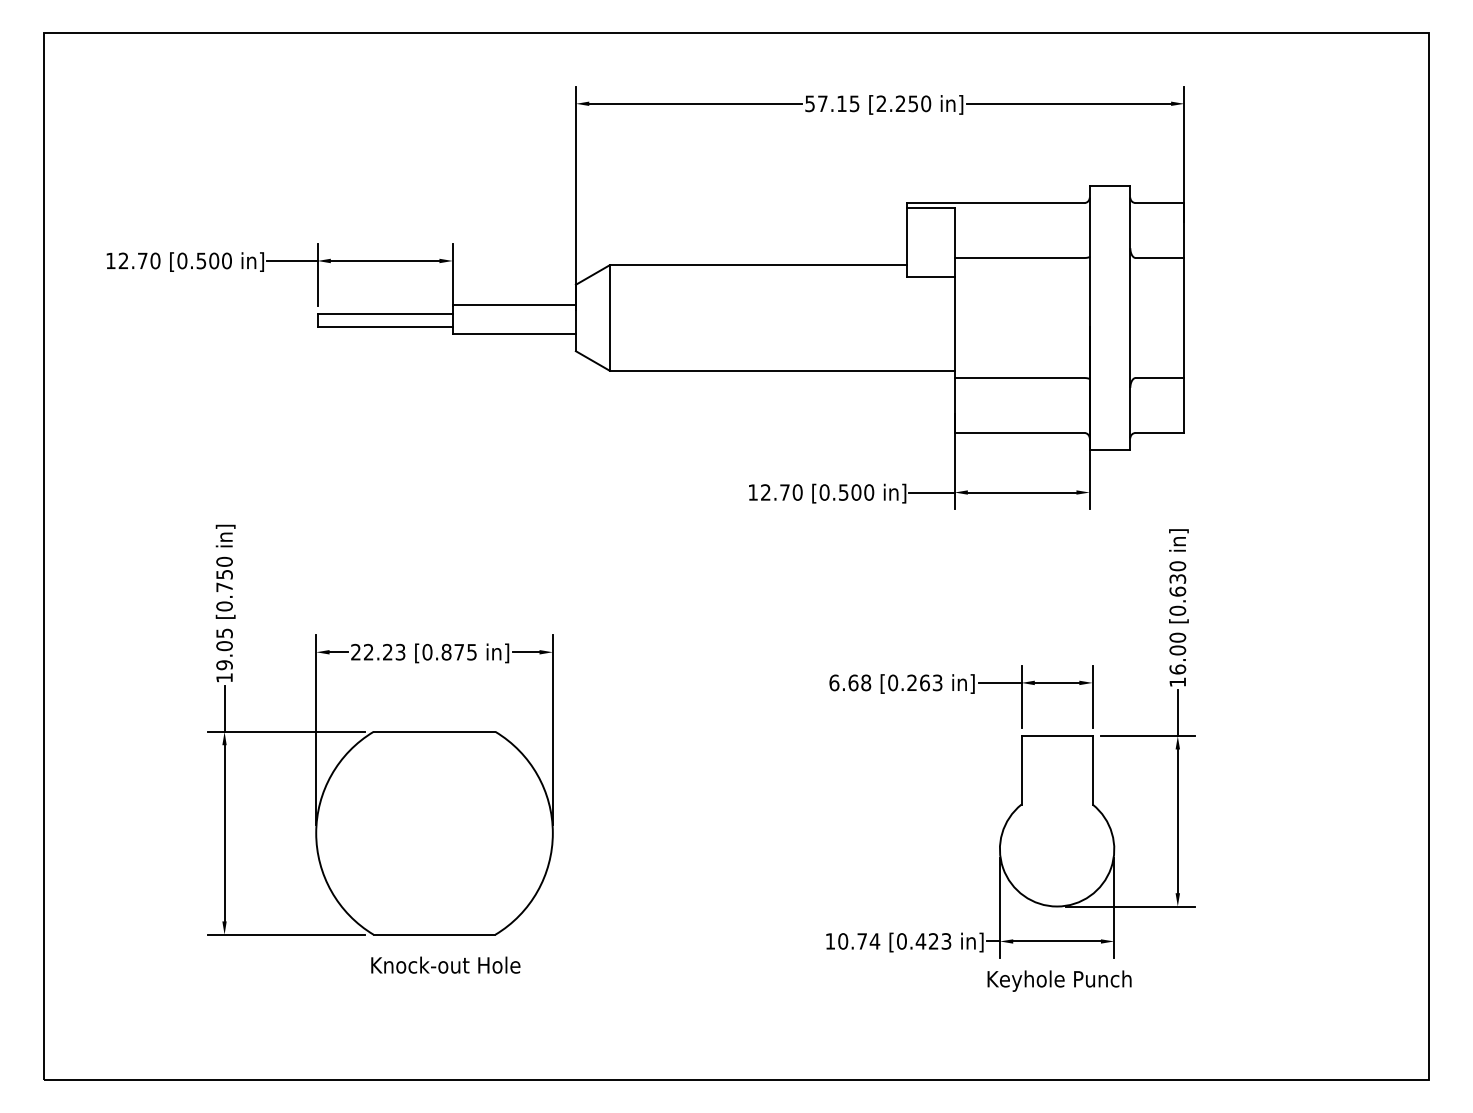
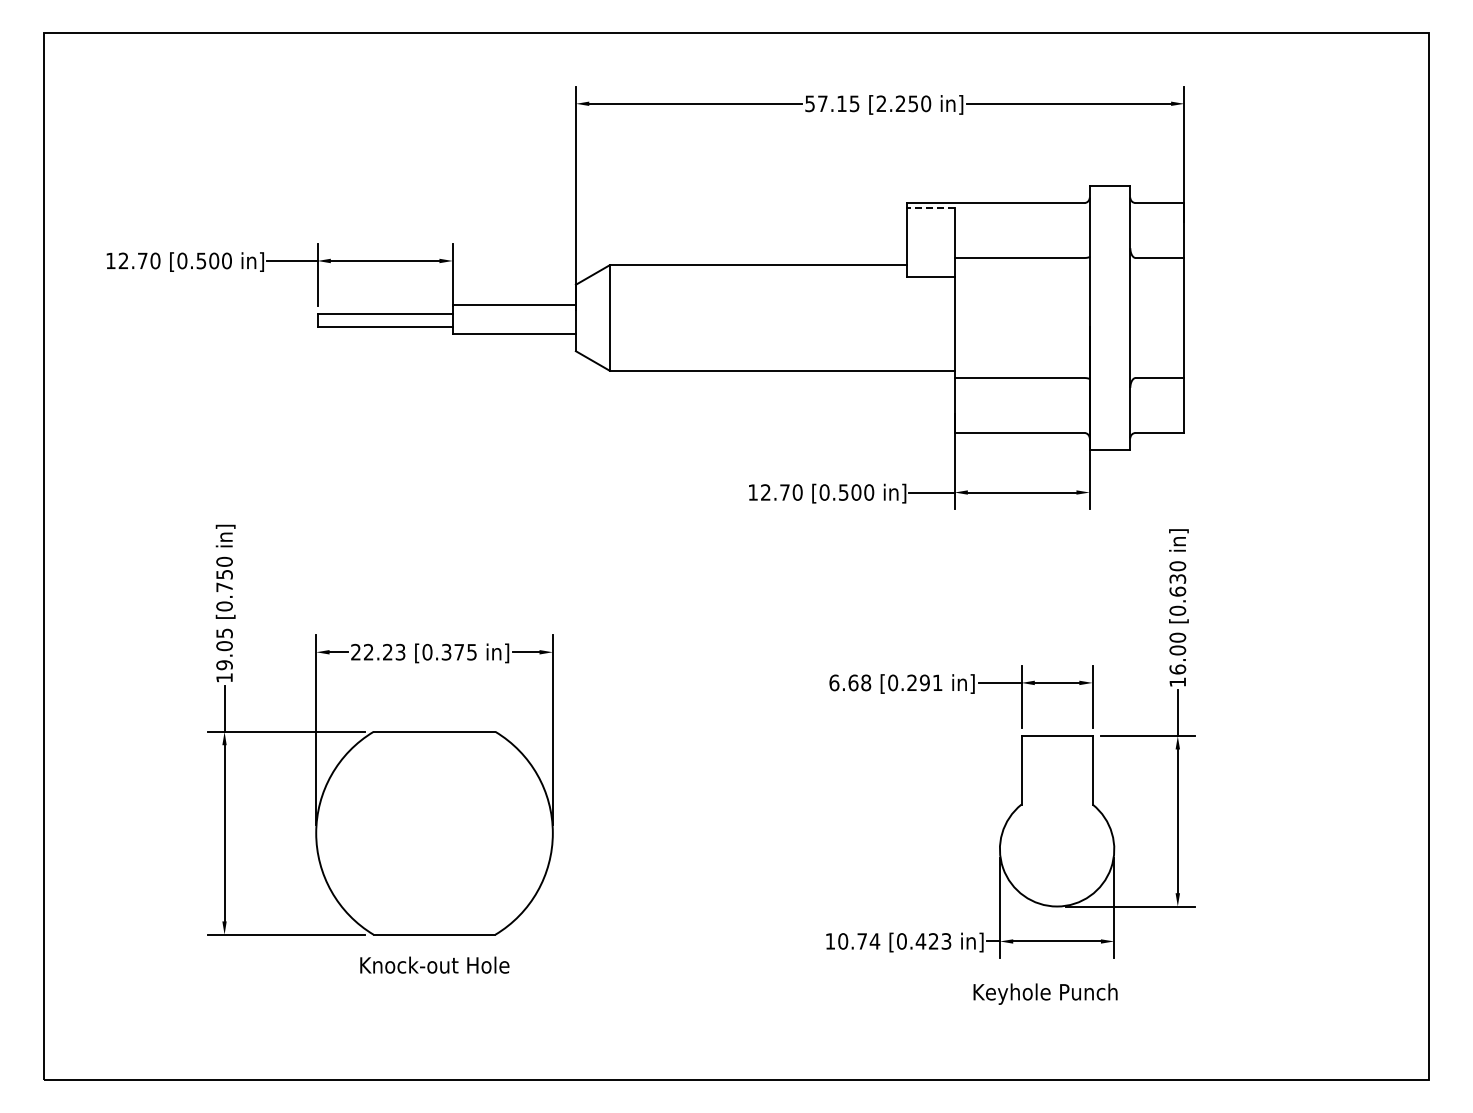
line at (930, 207): solid -> dashed
text at (446, 652): [0.875 -> [0.375
text at (931, 682): [0.263 -> [0.291
text at (445, 964) position: (445, 964) -> (434, 964)
text at (1059, 980) position: (1059, 980) -> (1045, 993)
